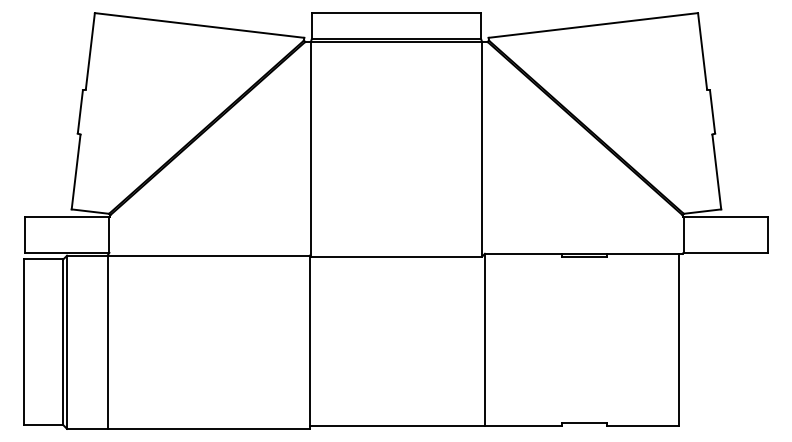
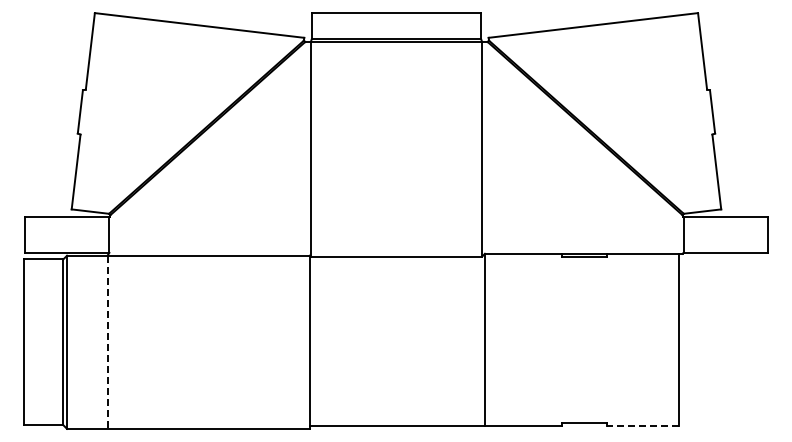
line at (107, 342): solid -> dashed
line at (643, 426): solid -> dashed
